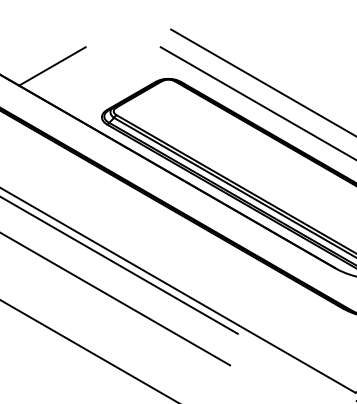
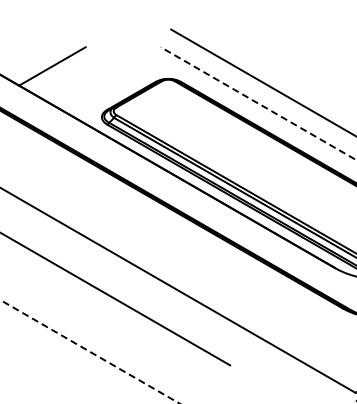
line at (258, 103): solid -> dashed
line at (119, 265): present -> none
line at (90, 352): solid -> dashed
